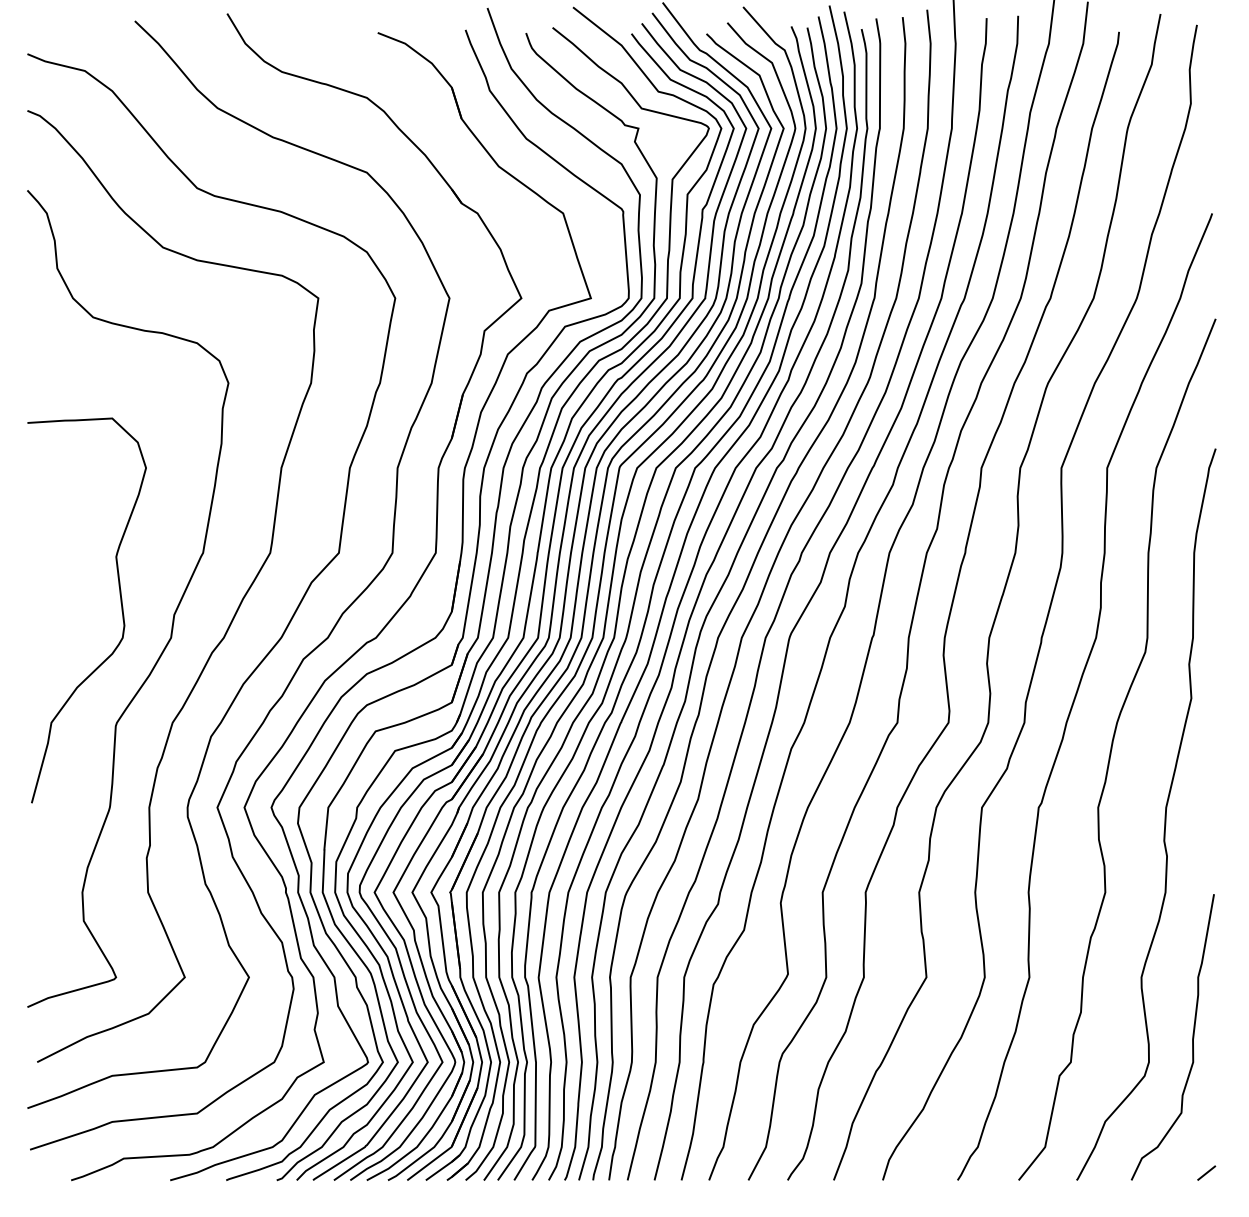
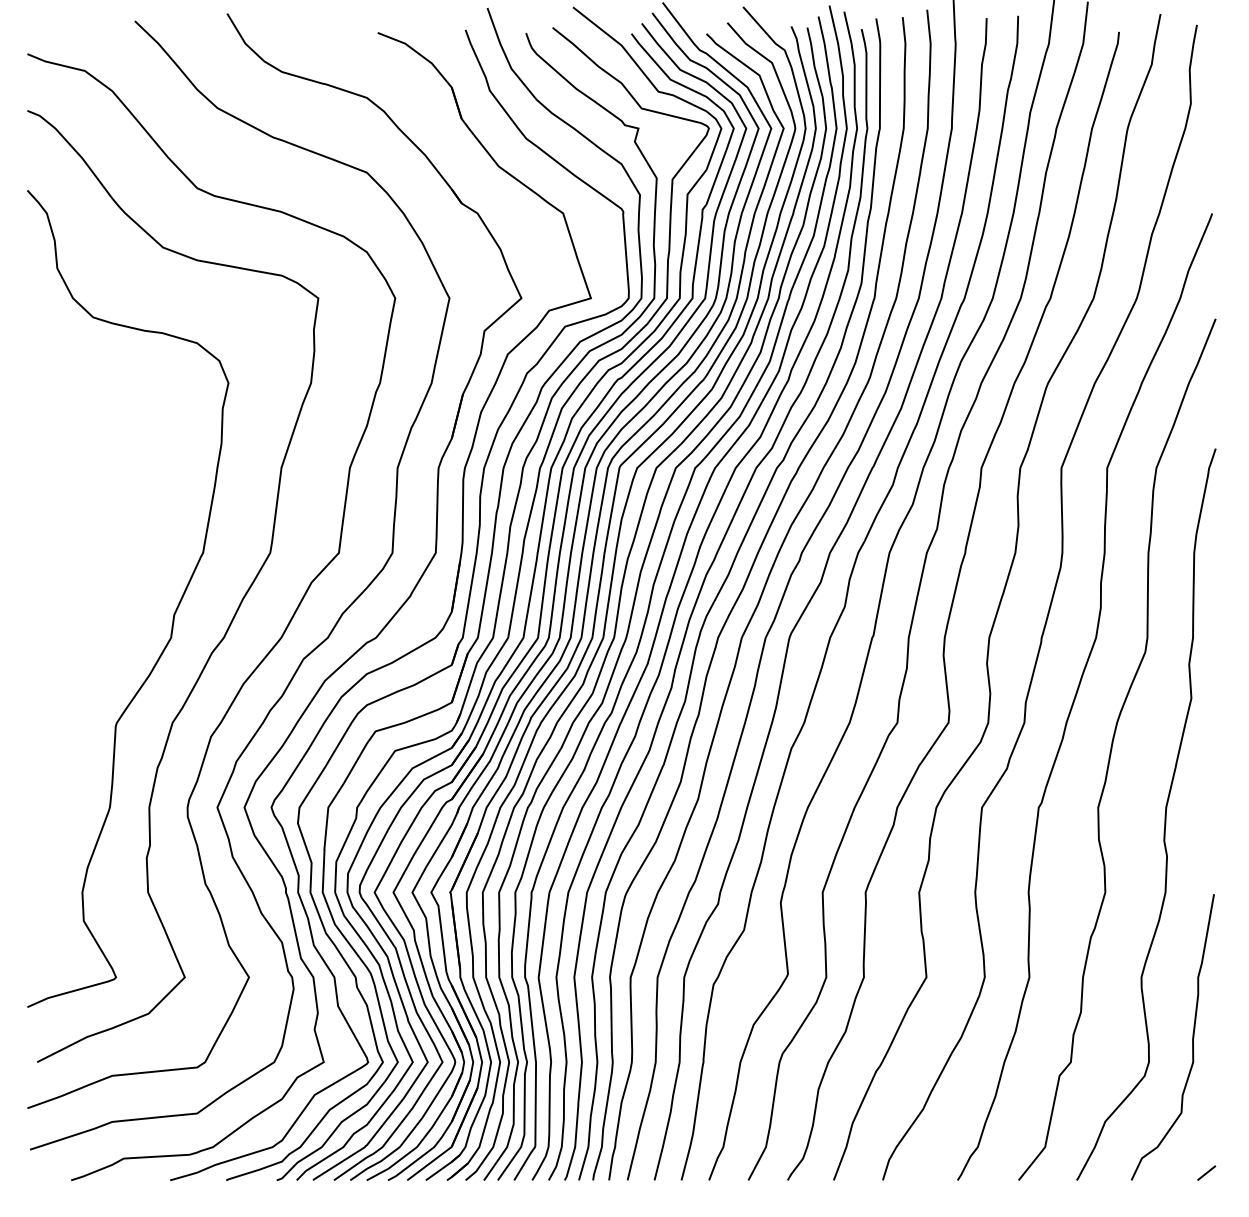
curve at (120, 603): present -> none
